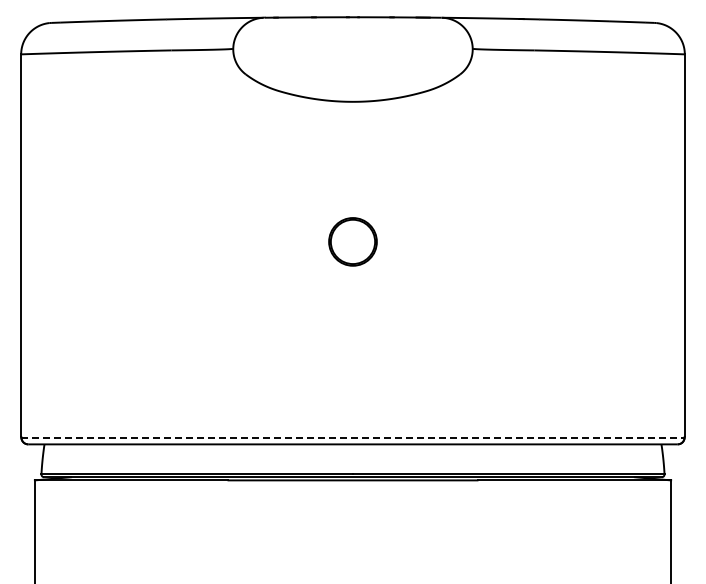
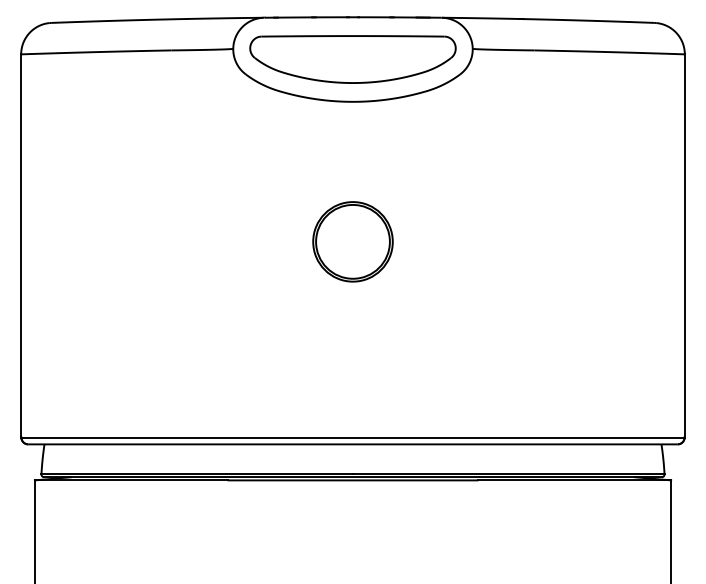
part at (352, 59): none -> present
part at (352, 241) size: 50x50 px -> 82x82 px
line at (353, 437): dashed -> solid
